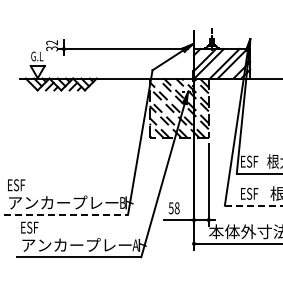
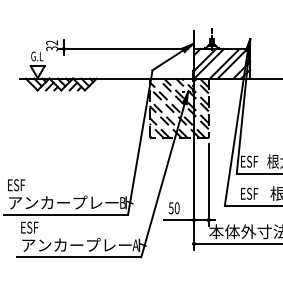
line at (253, 205): dashed -> solid
text at (176, 208): 58 -> 50
line at (66, 214): dashed -> solid
